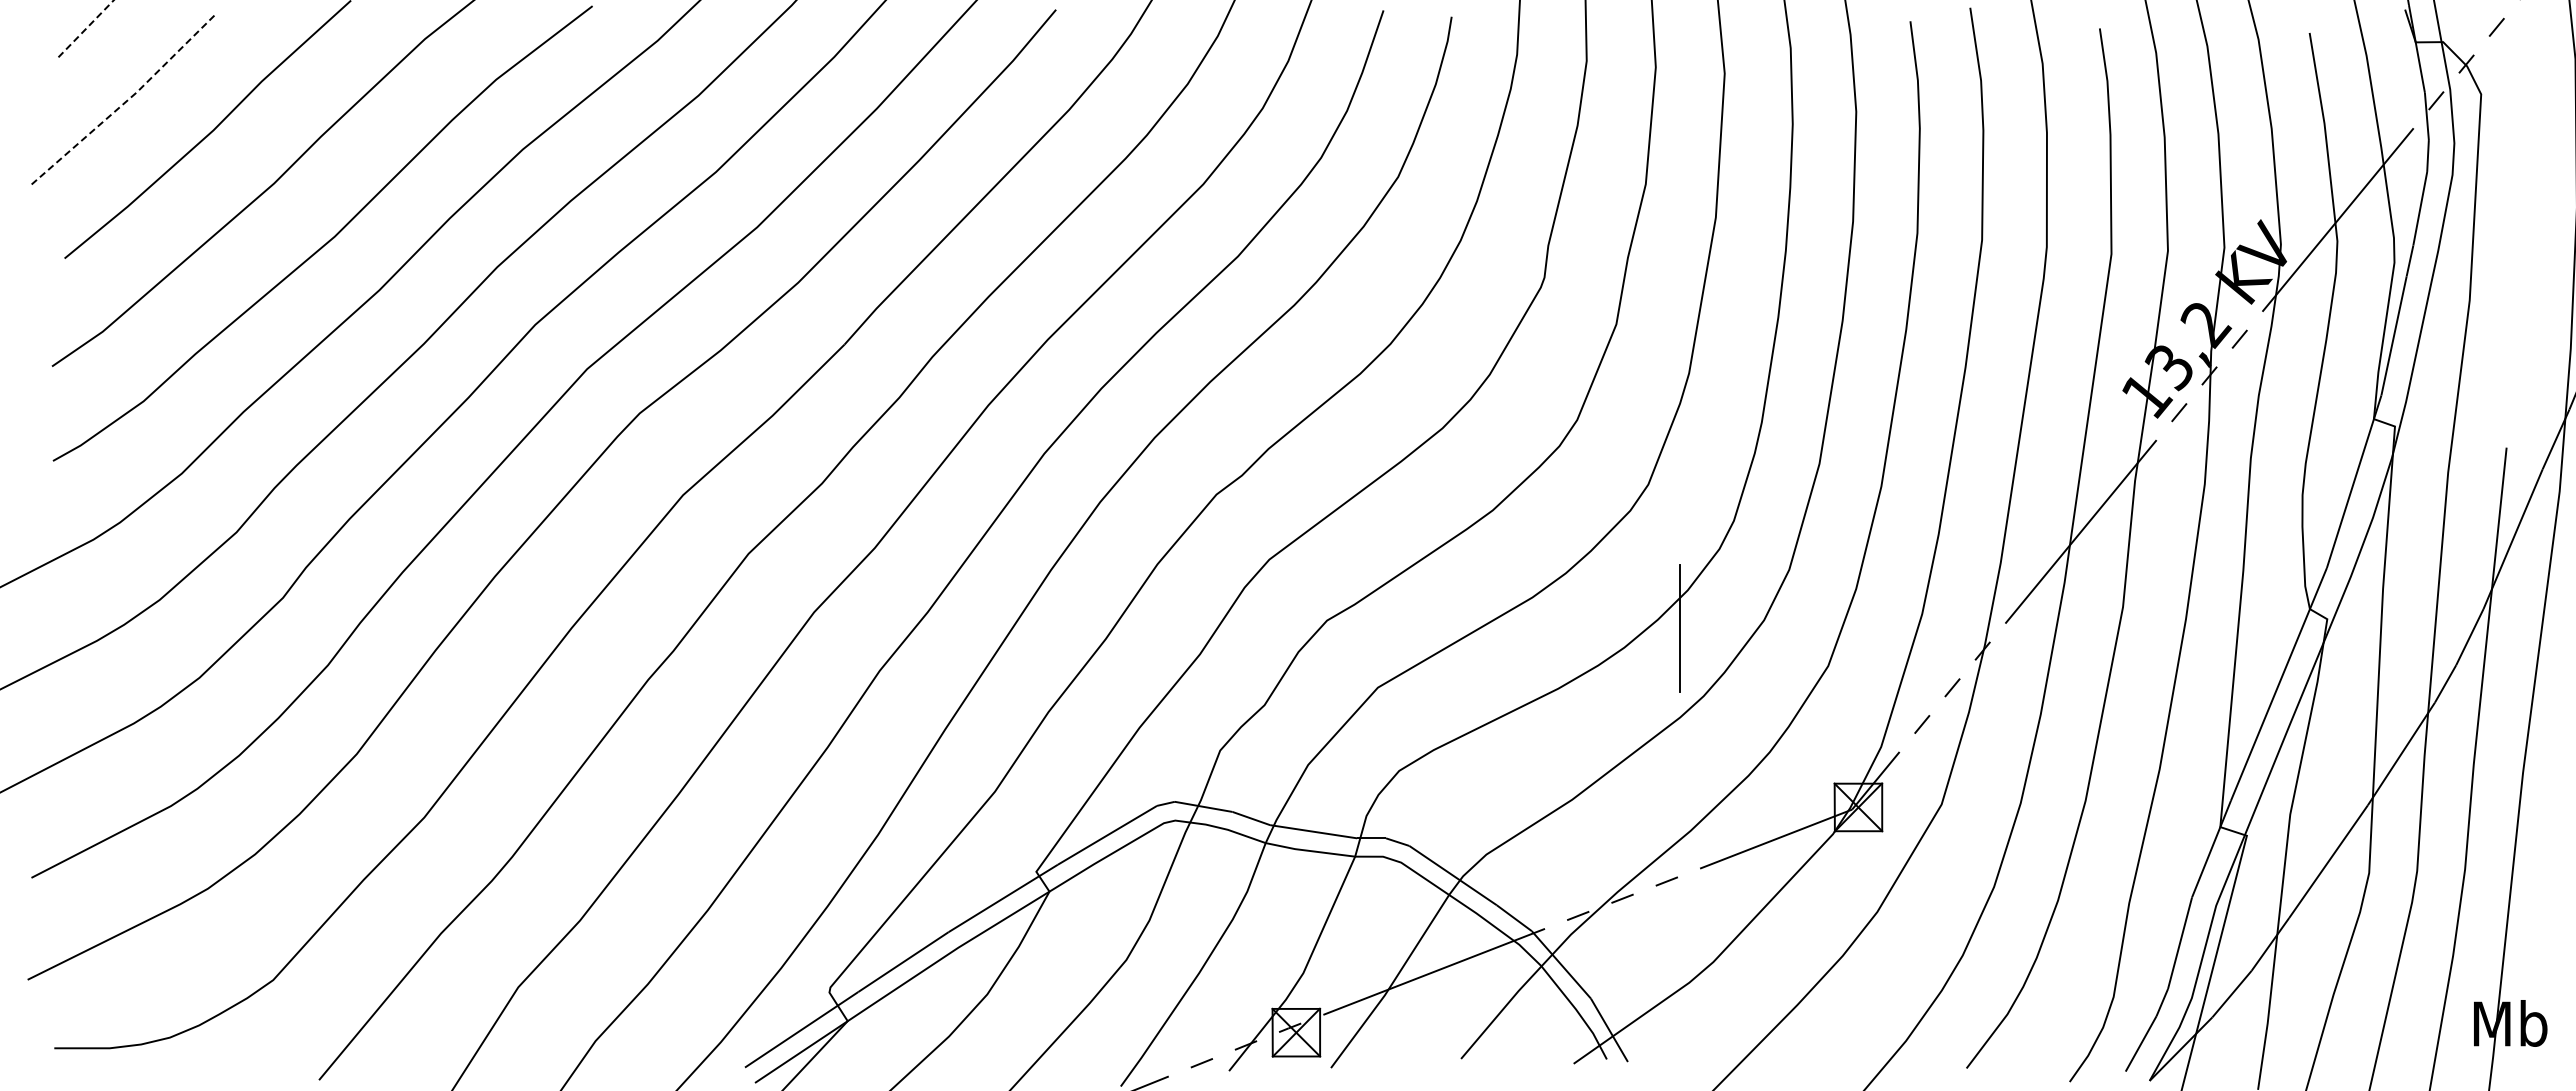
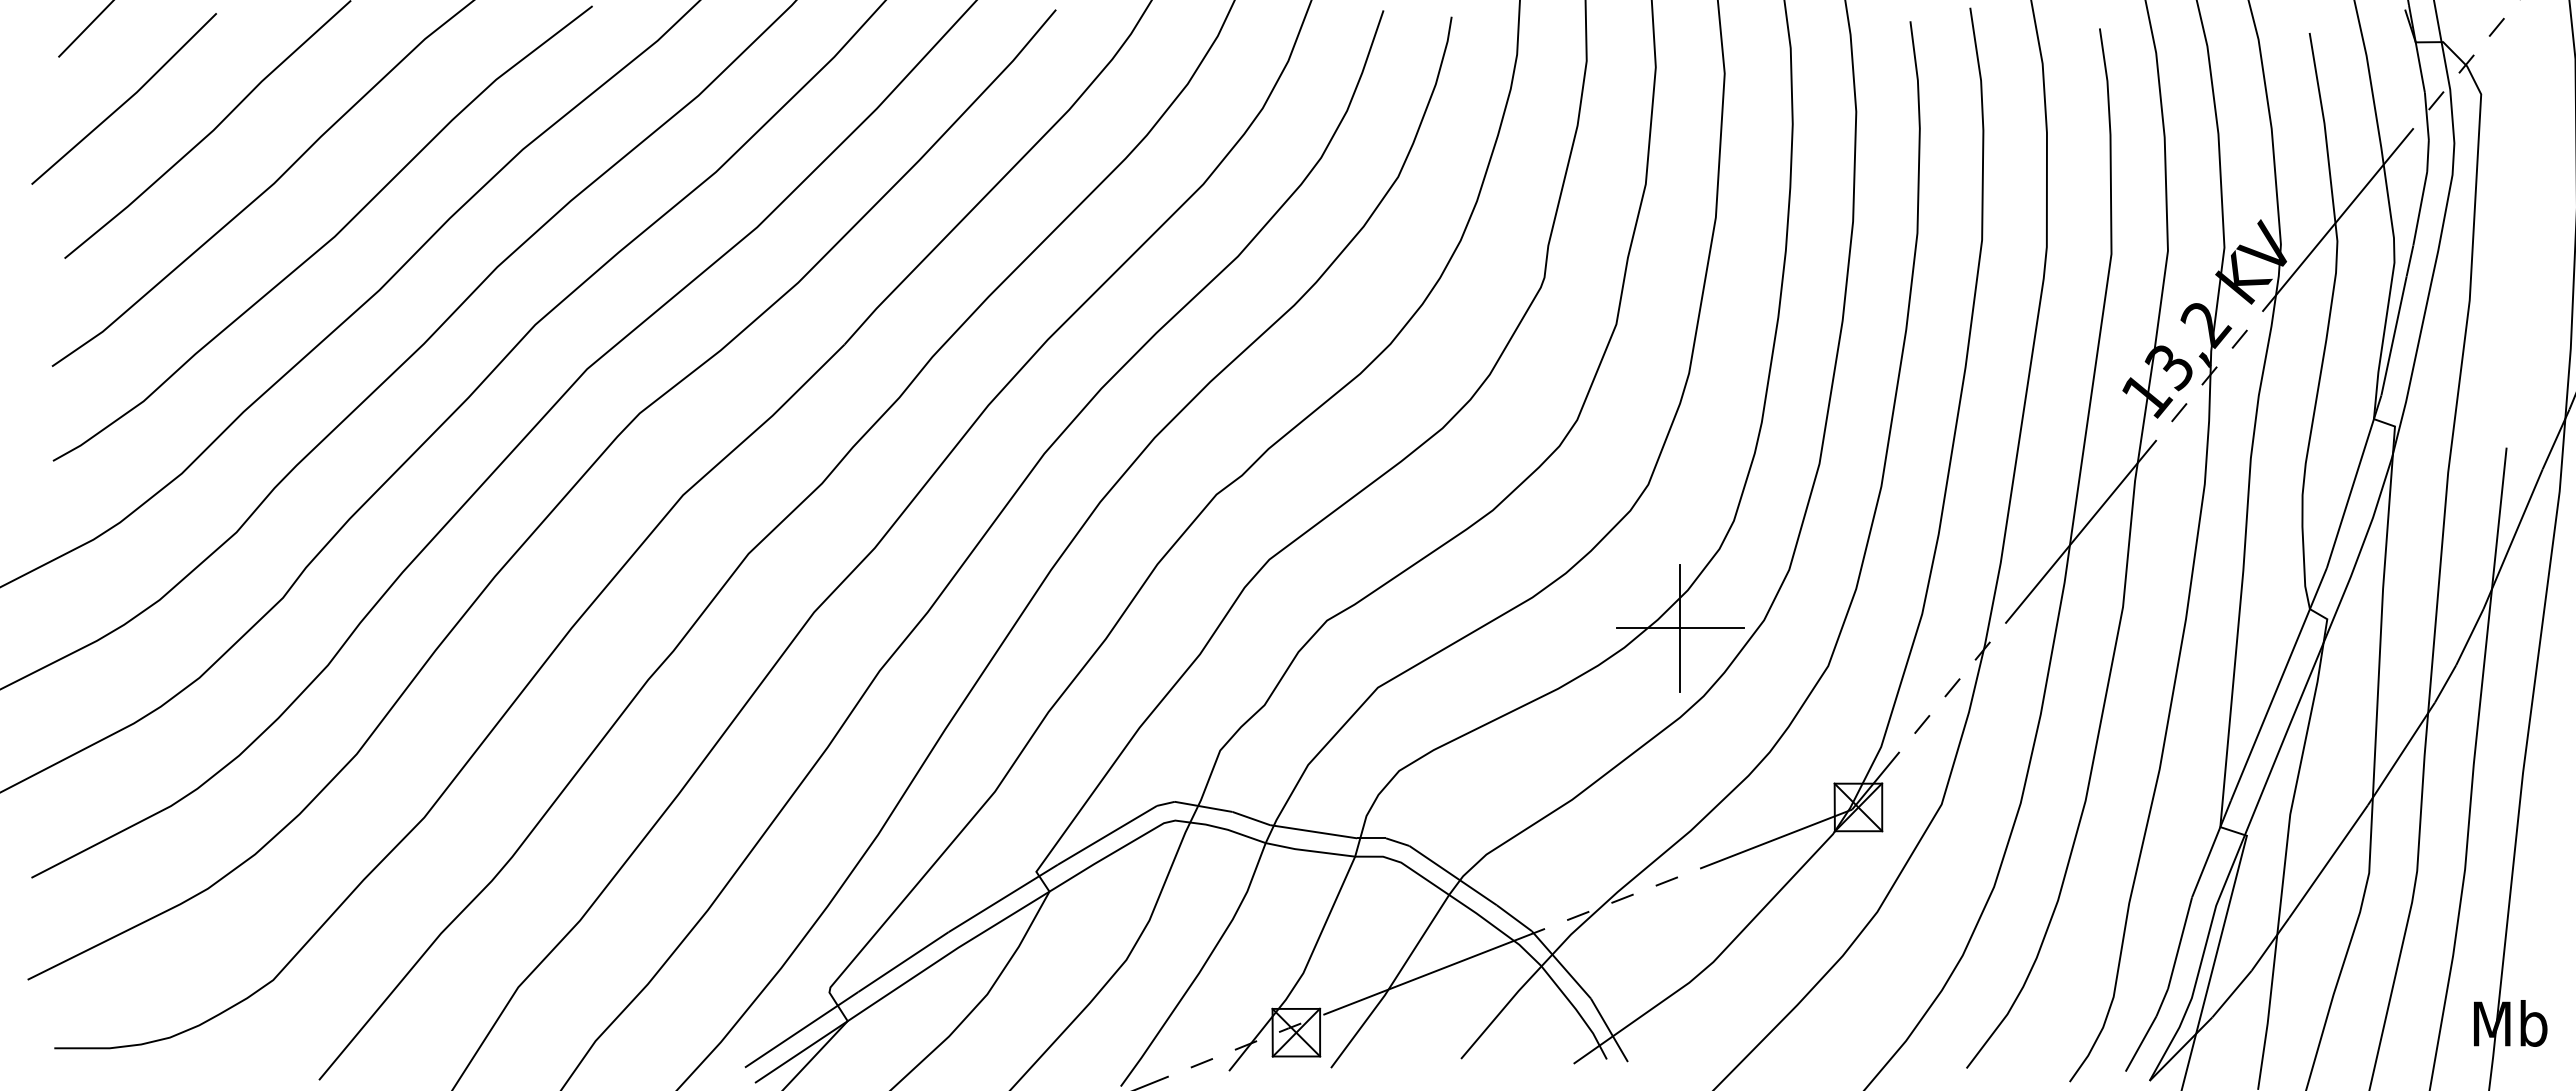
line at (86, 28): dashed -> solid
line at (127, 100): dashed -> solid
line at (1680, 628): none -> present
